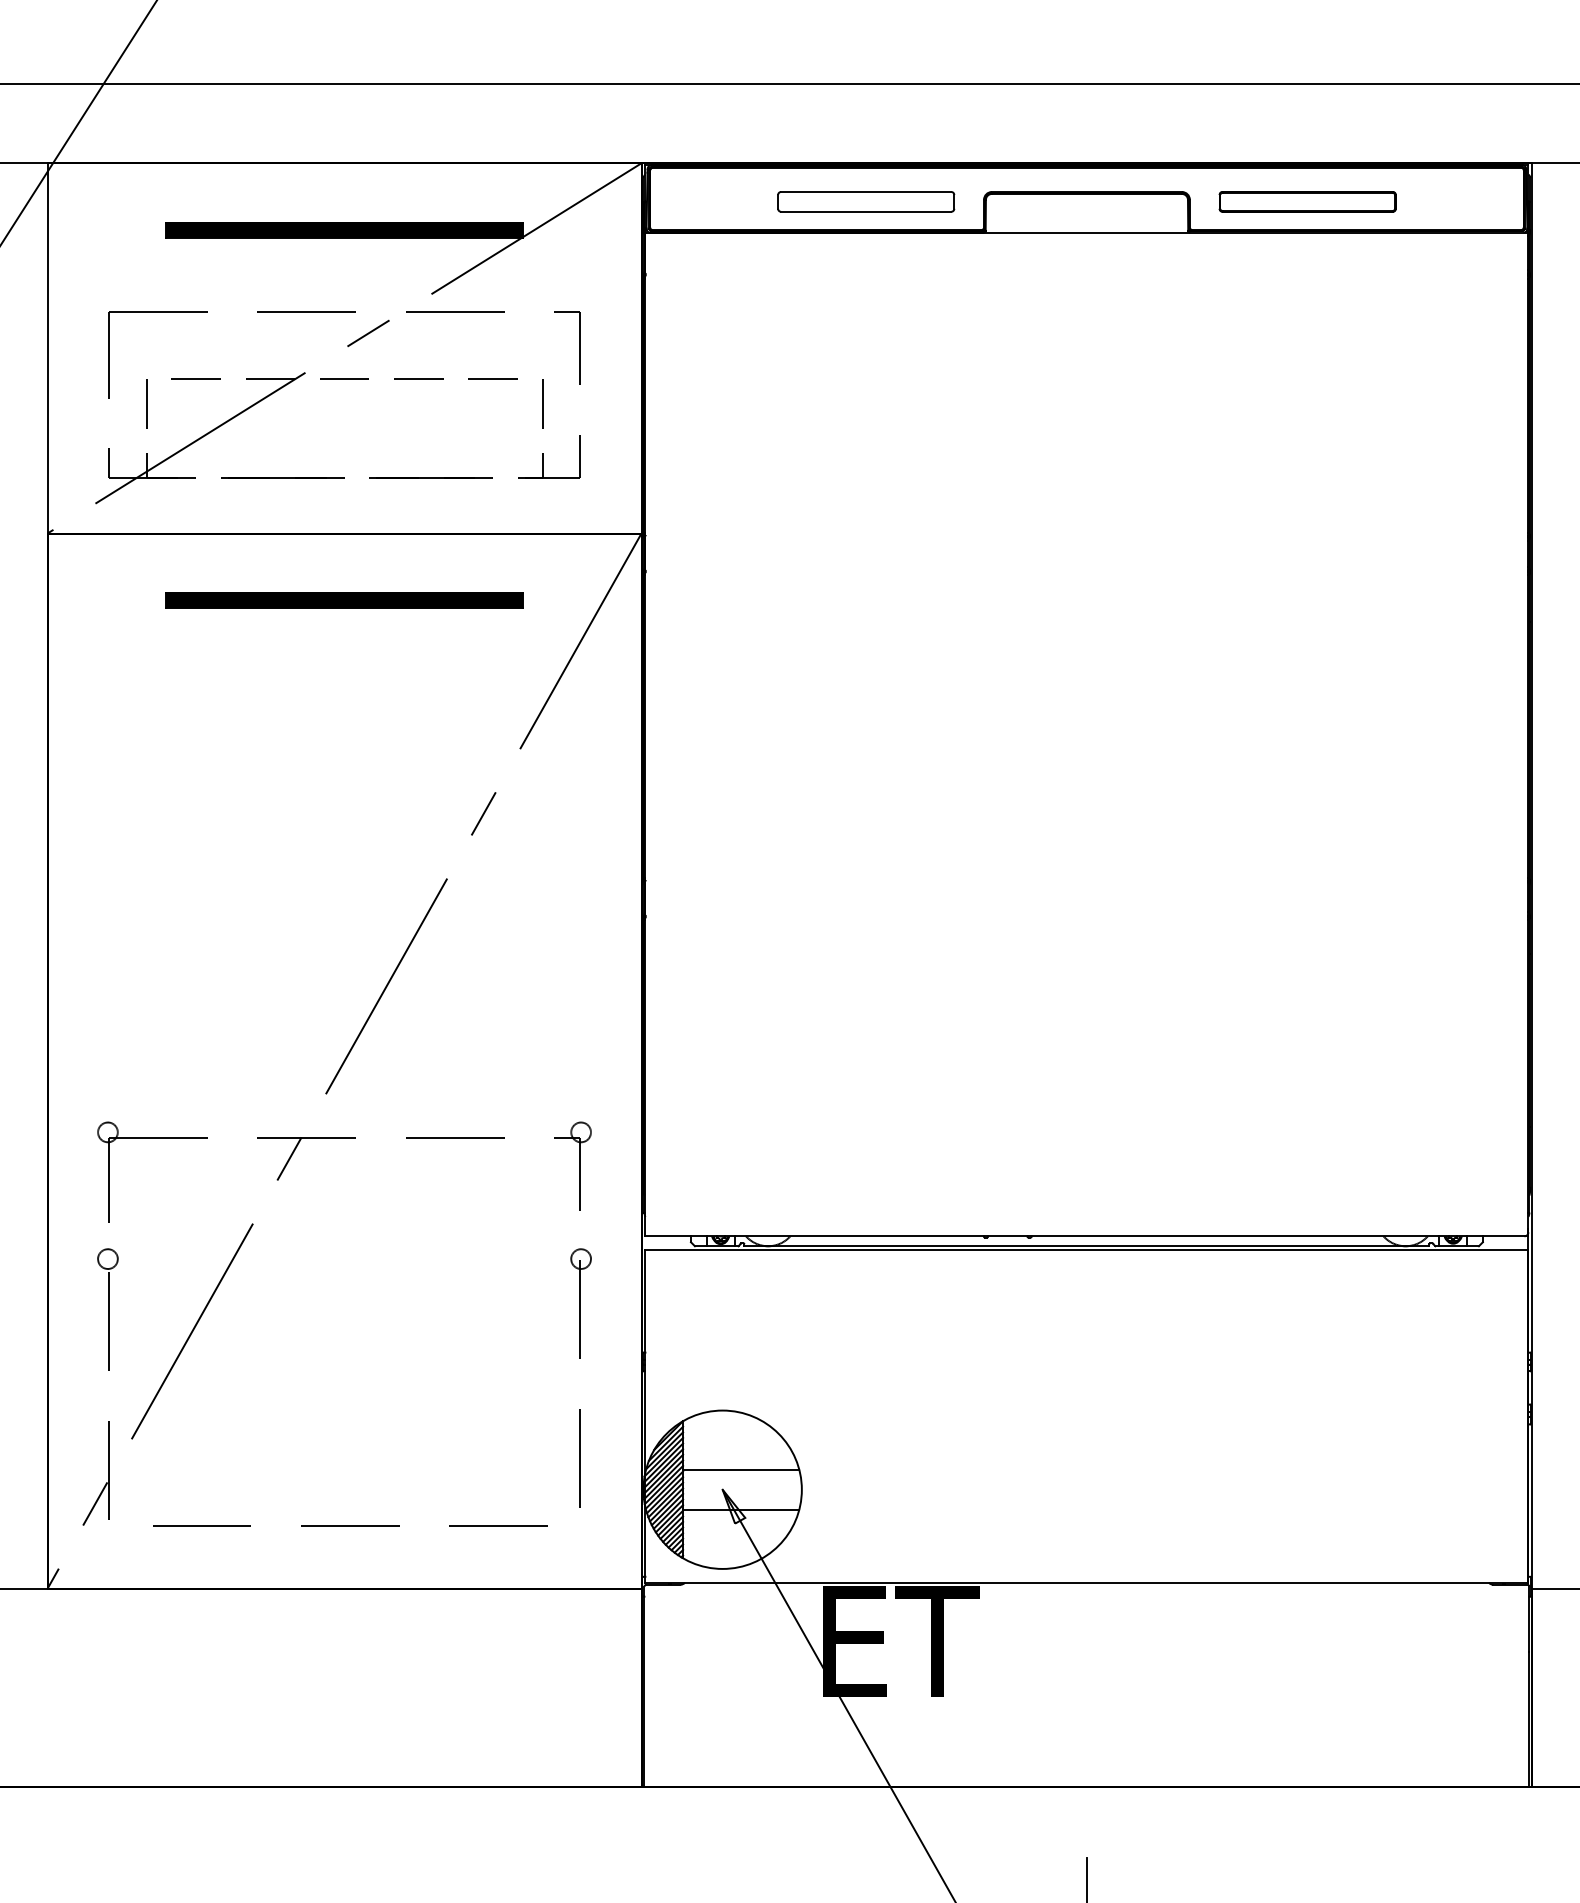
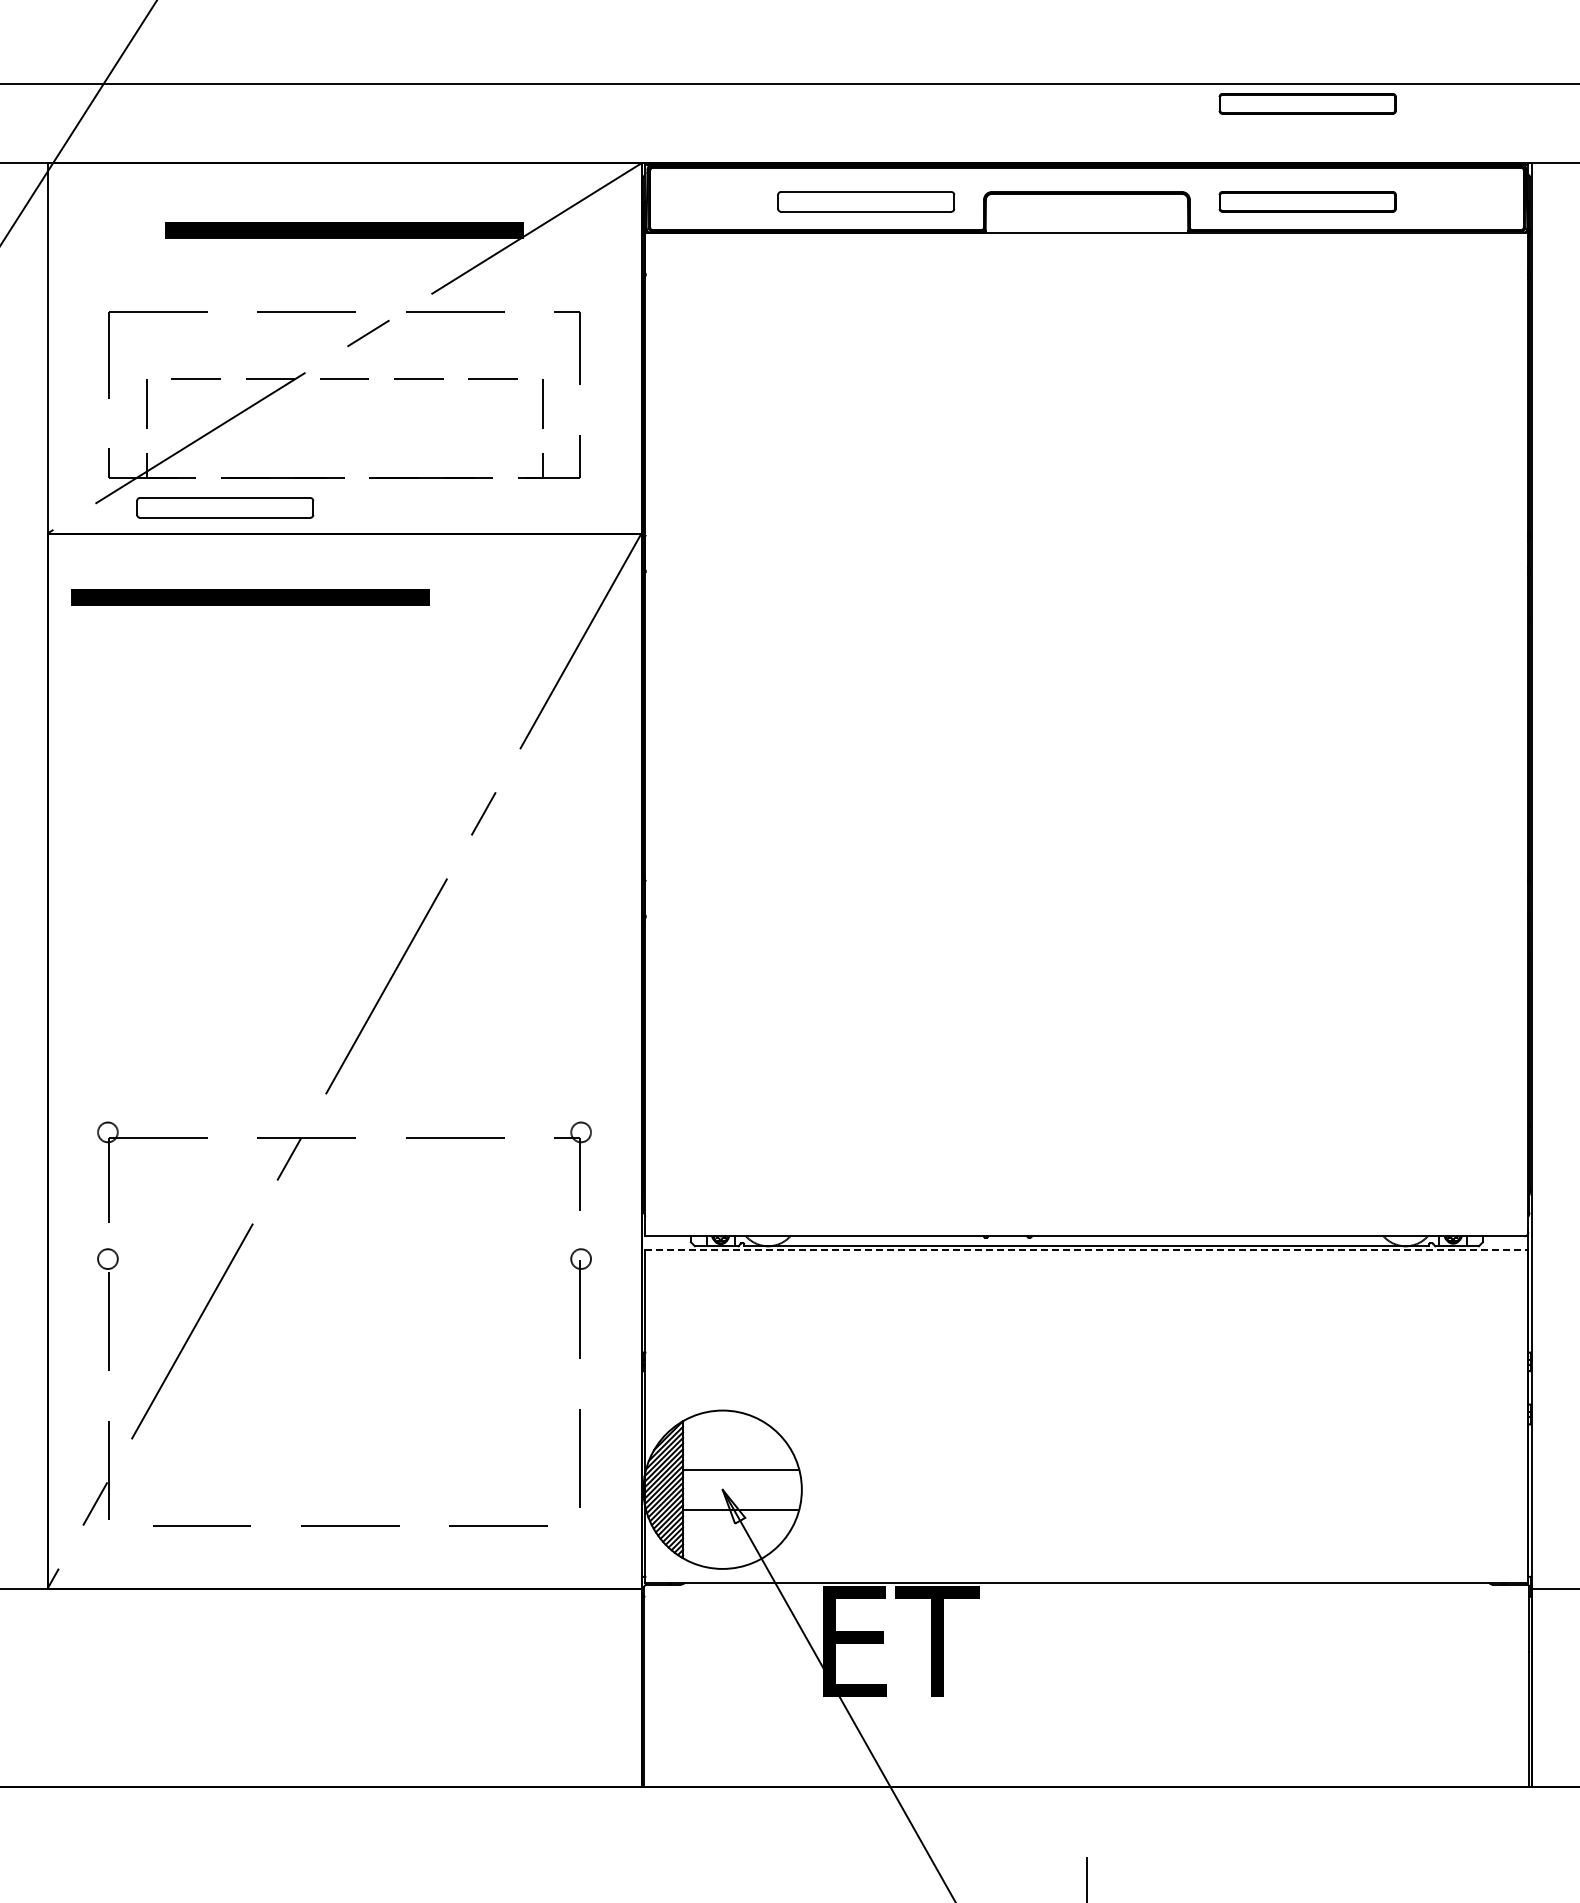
part at (1307, 103): none -> present
part at (225, 507): none -> present
part at (344, 600) position: (344, 600) -> (250, 597)
line at (1087, 1250): solid -> dashed
